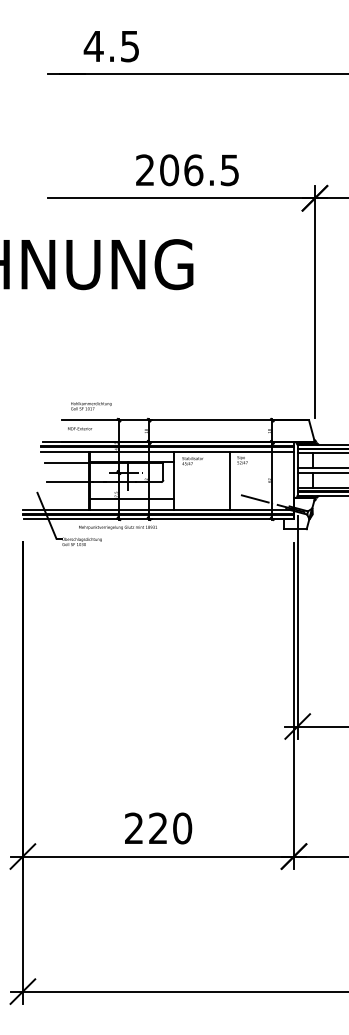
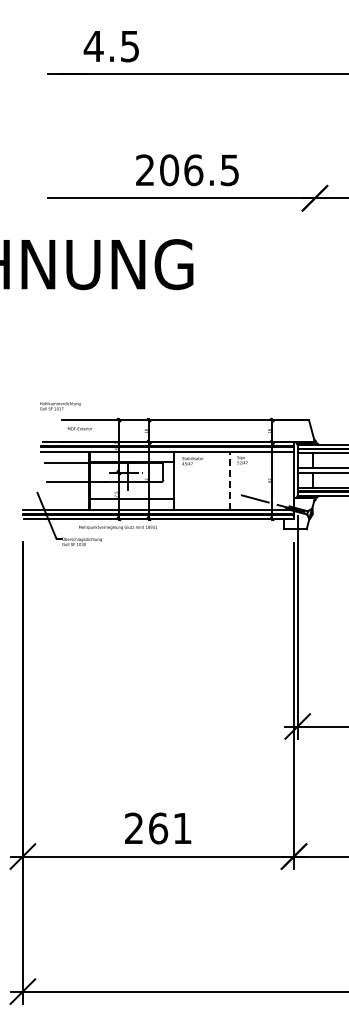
line at (314, 301): present -> none
text at (91, 406) position: (91, 406) -> (60, 406)
line at (229, 480): solid -> dashed
text at (170, 828): 220 -> 261
